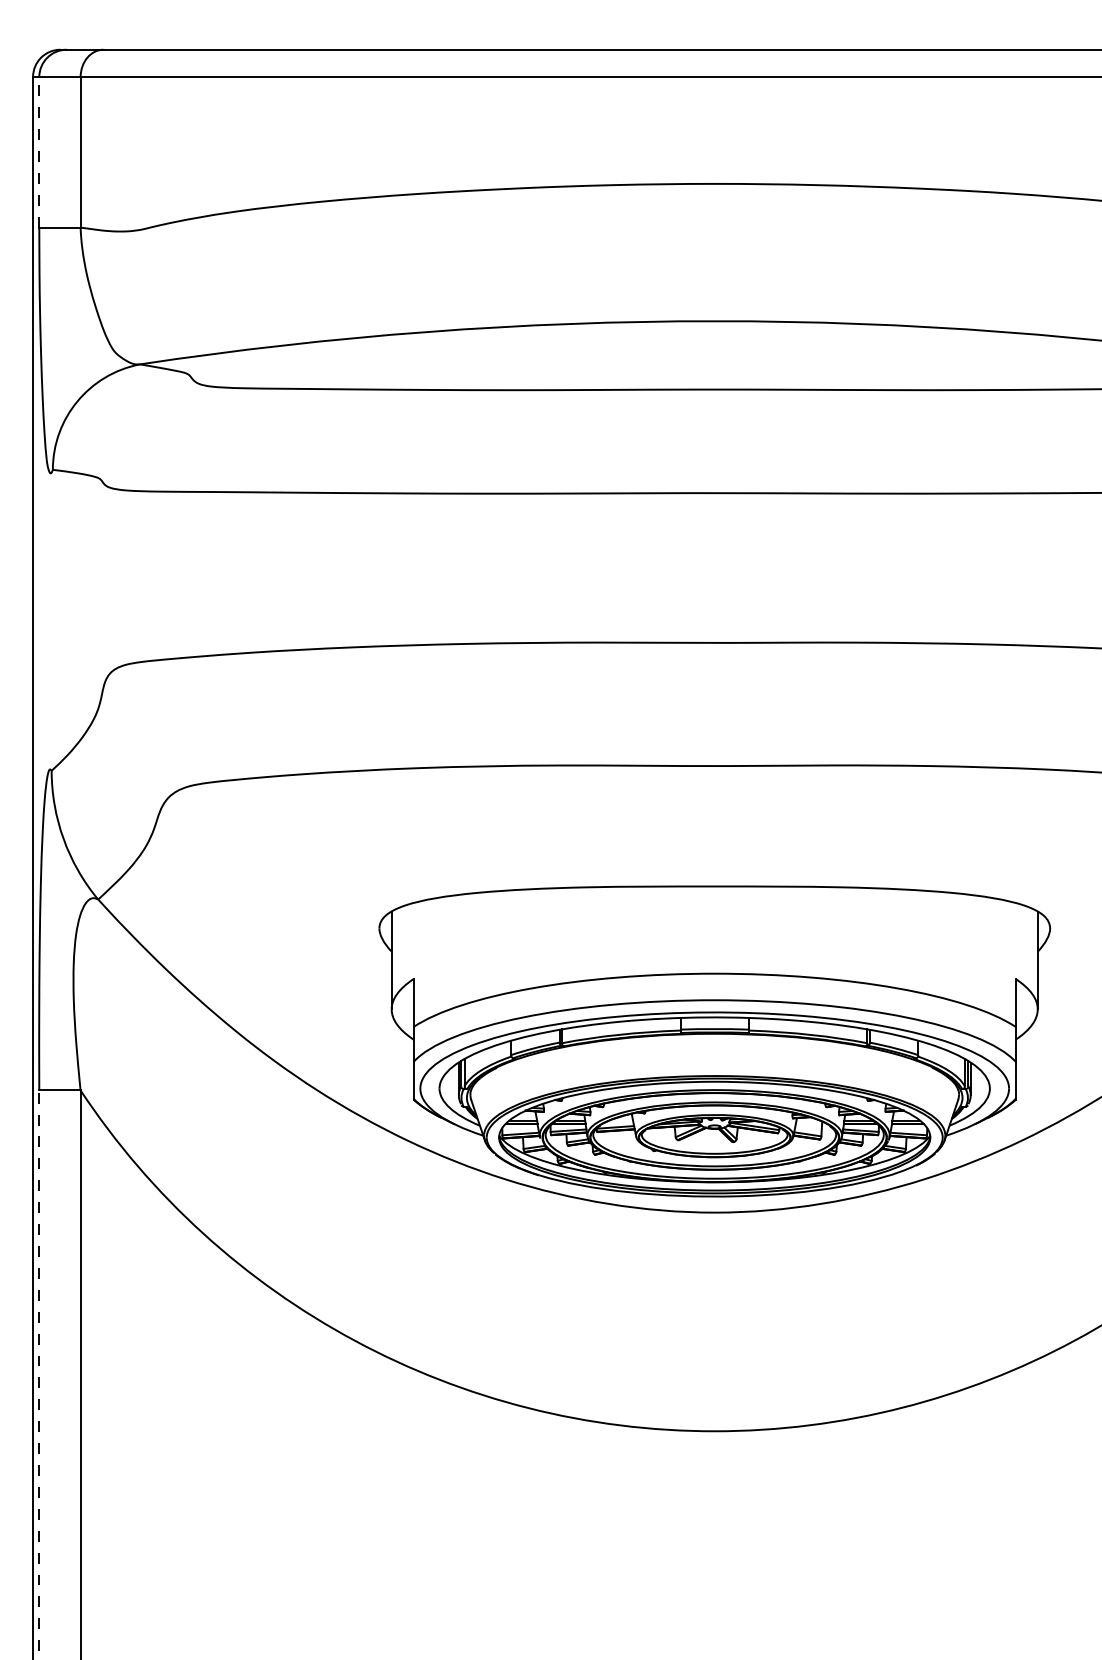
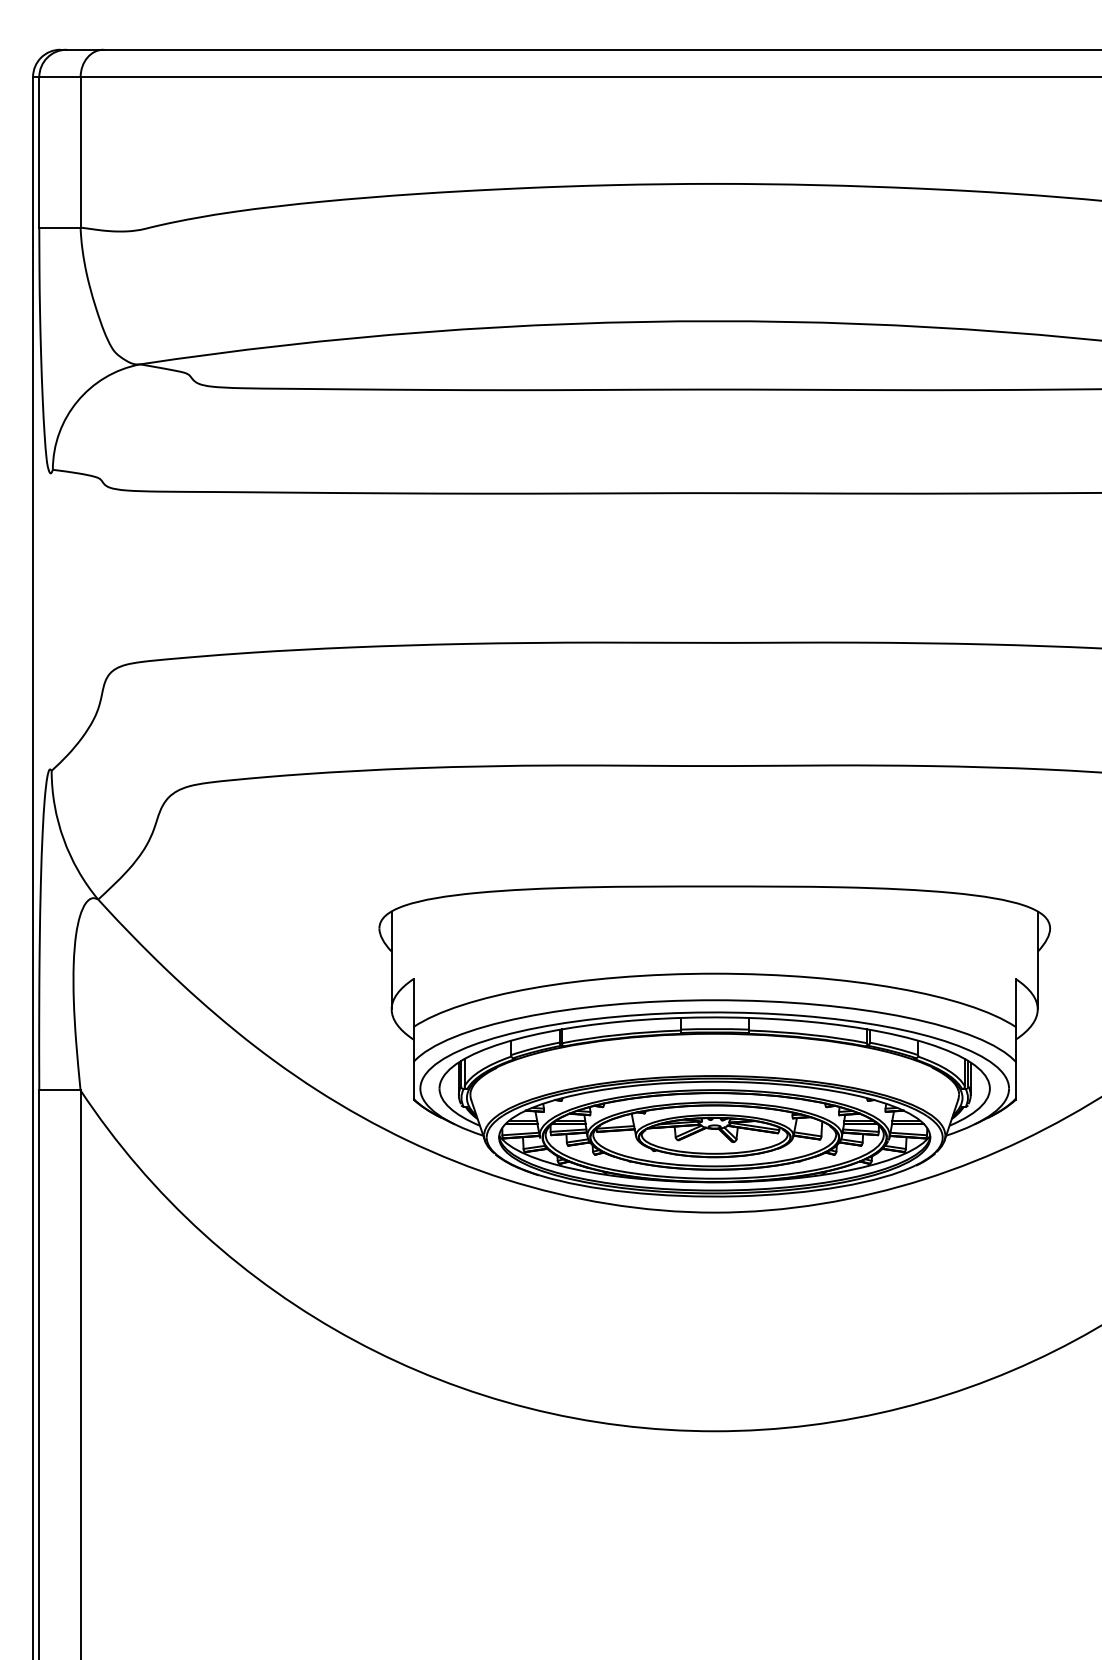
line at (39, 151): dashed -> solid
line at (39, 1374): dashed -> solid
